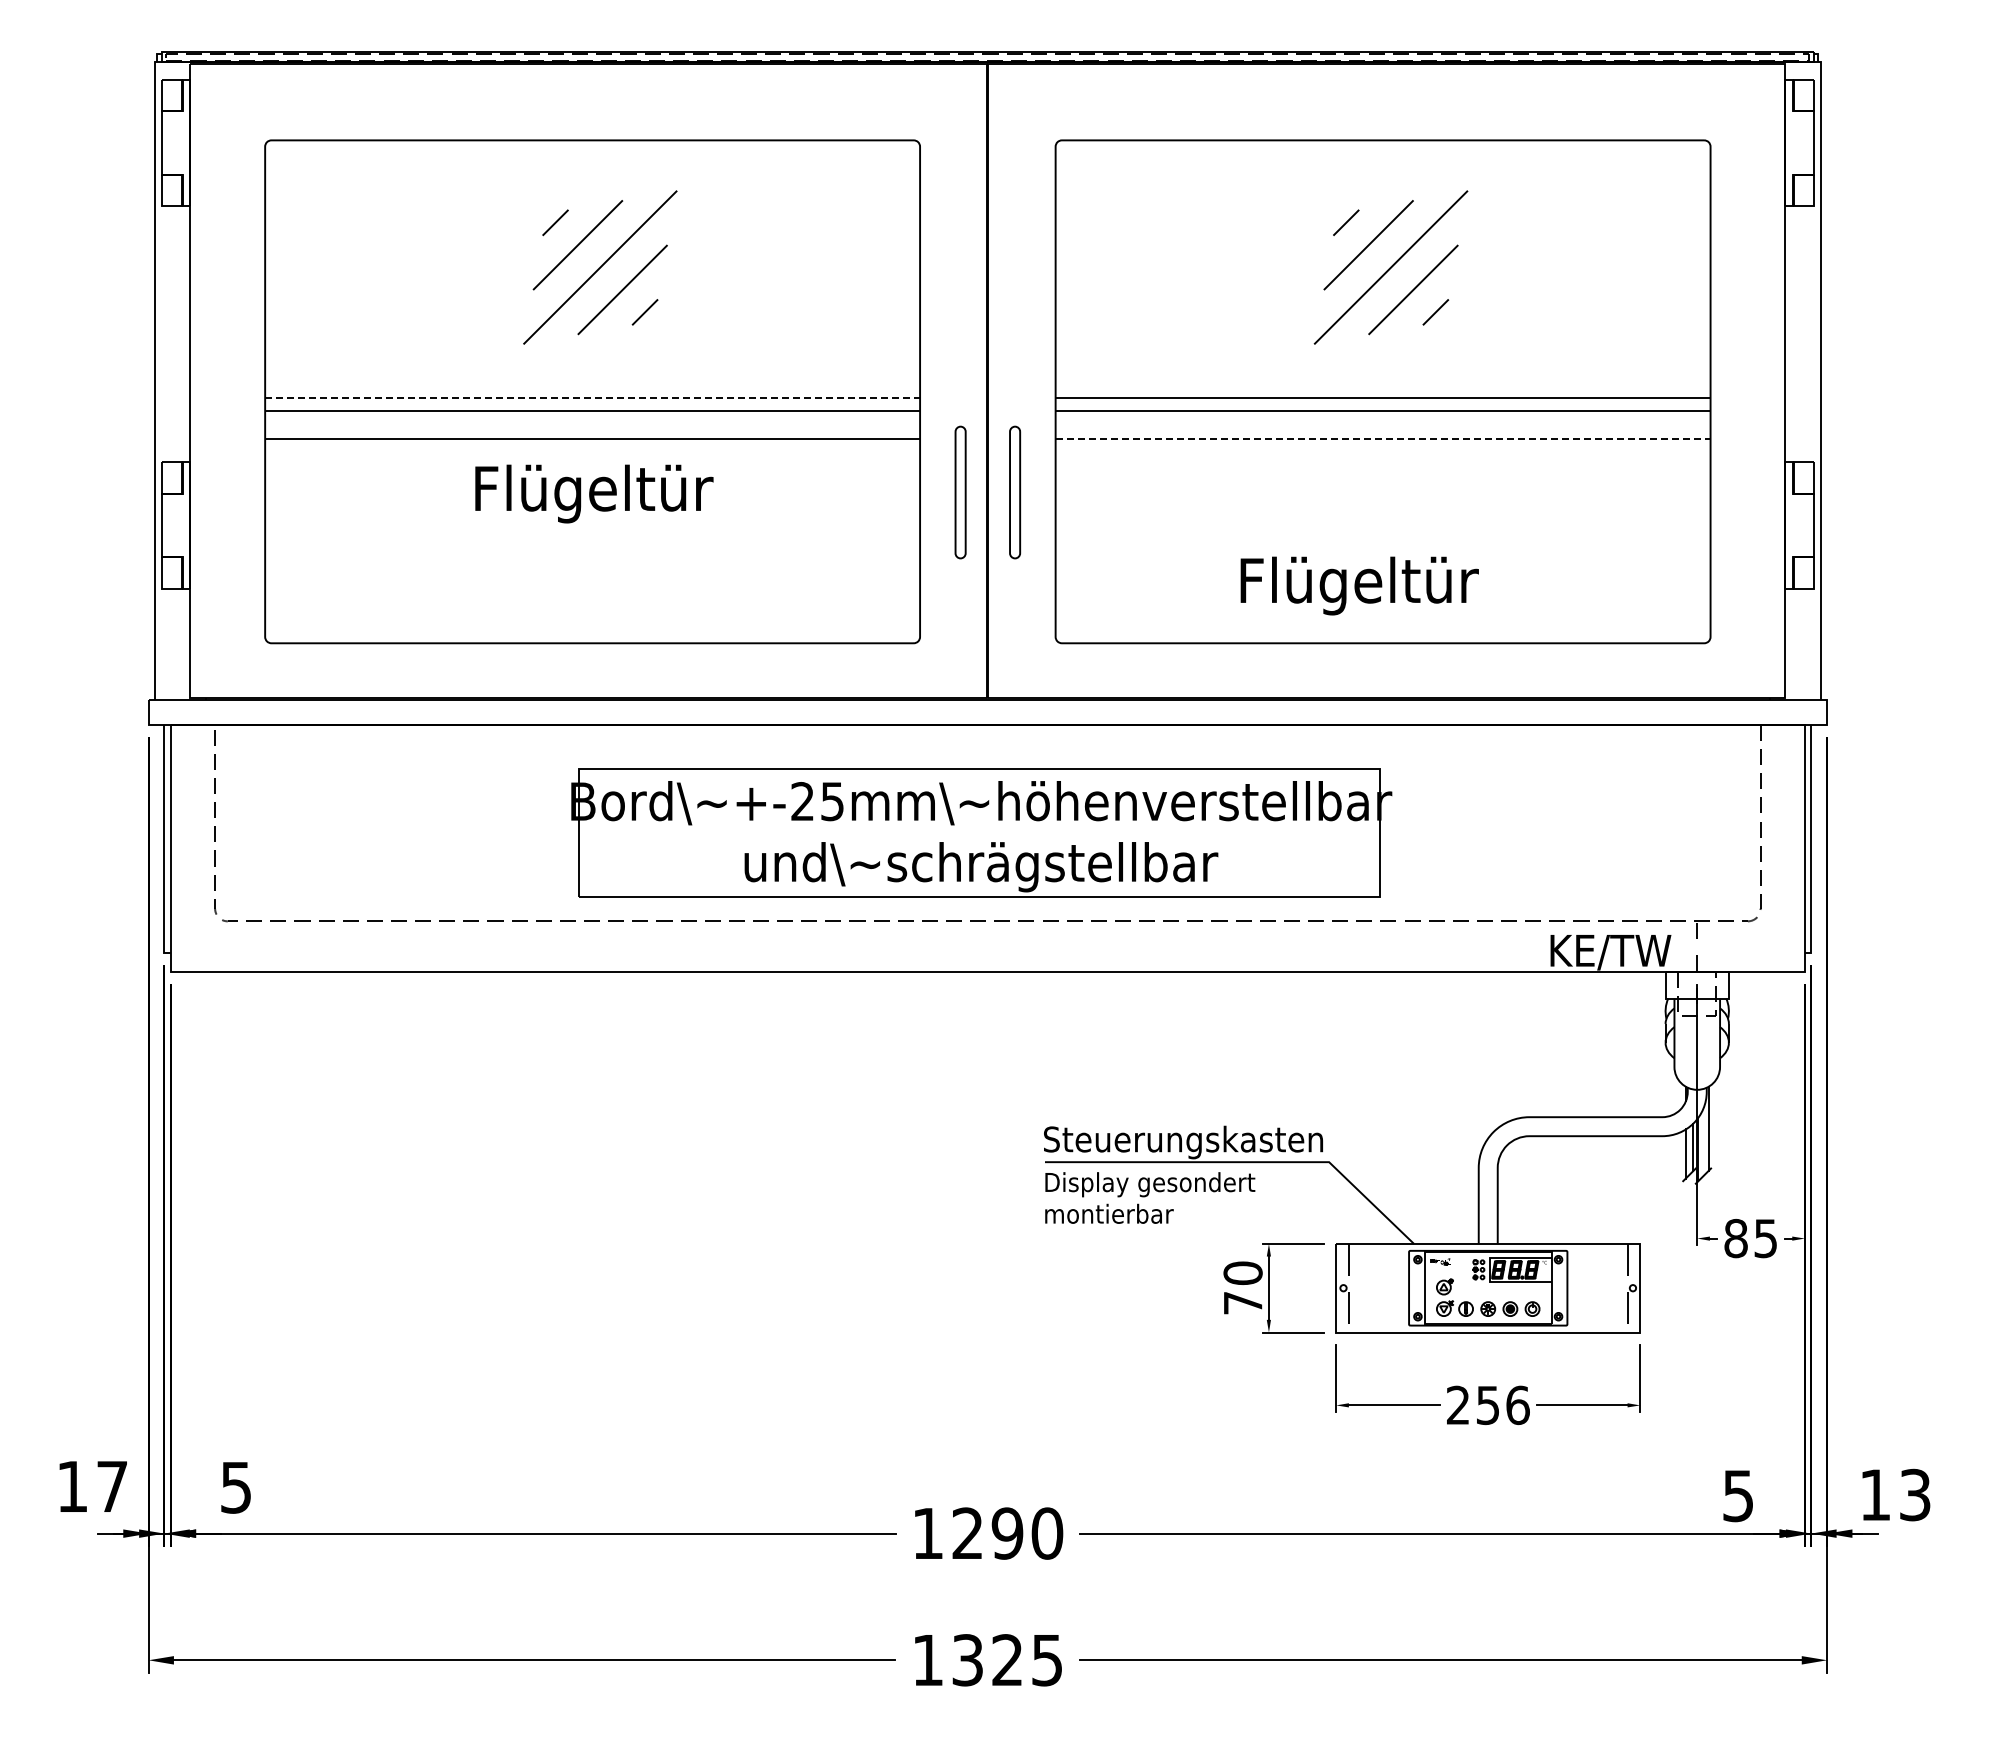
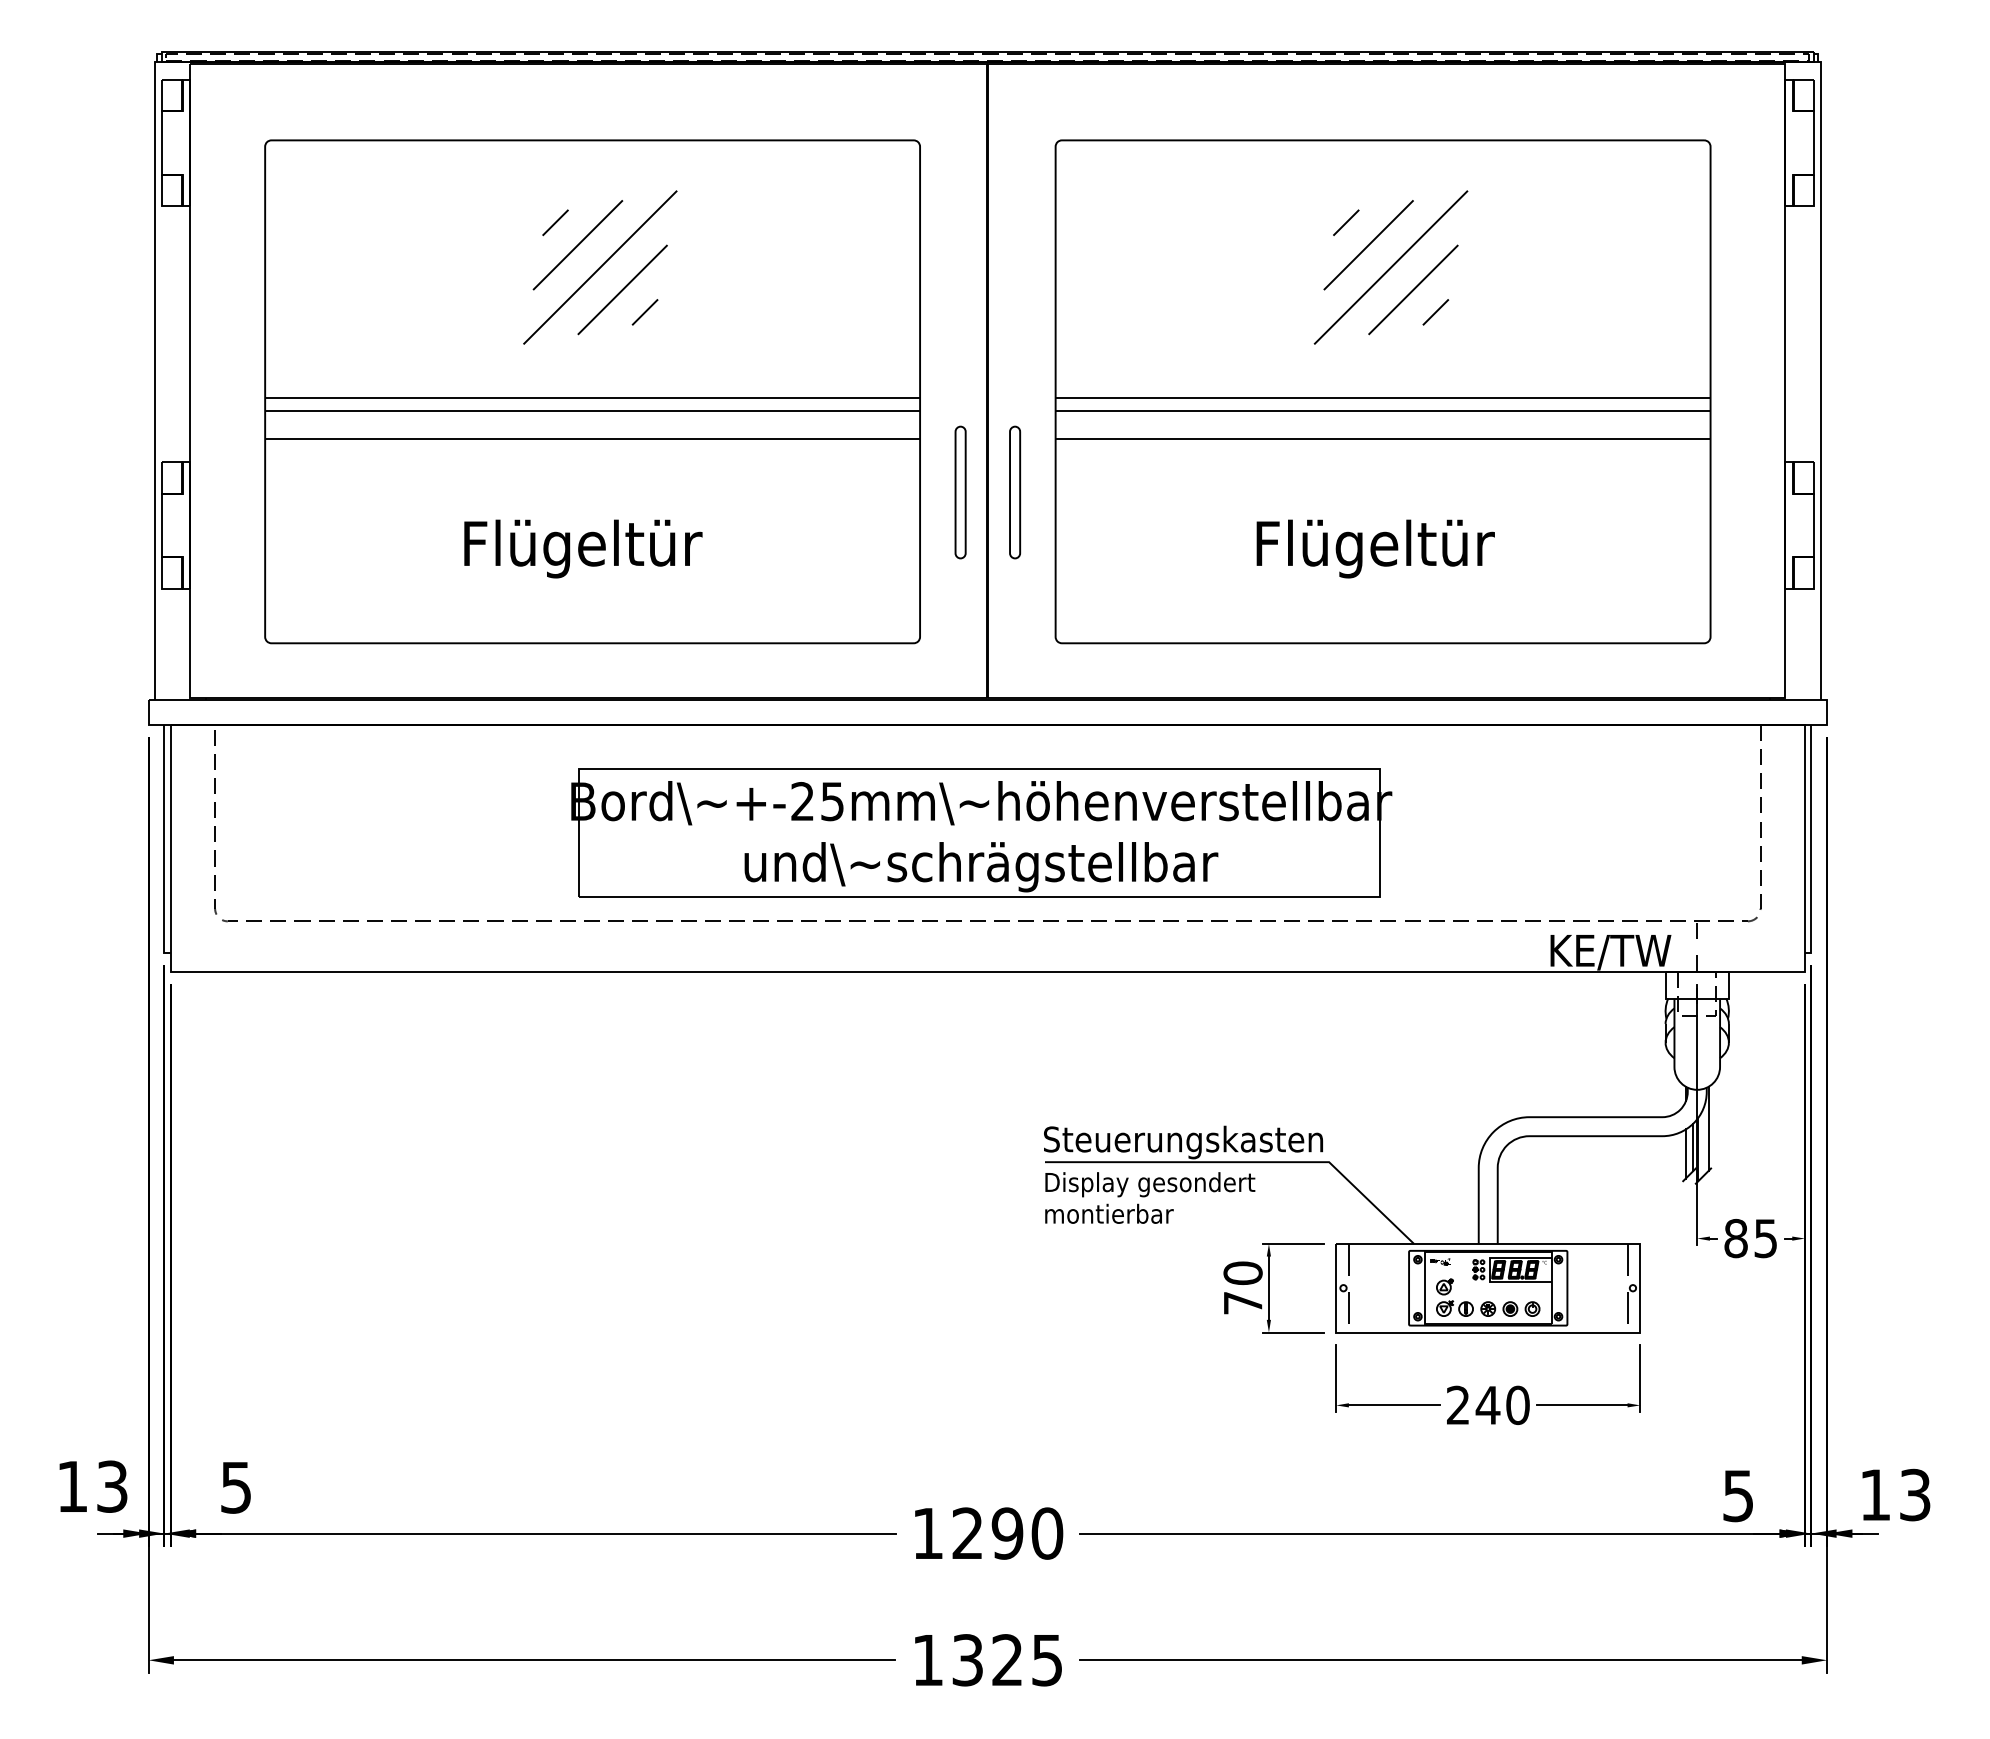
line at (593, 398): dashed -> solid
line at (1383, 438): dashed -> solid
text at (594, 493) position: (594, 493) -> (583, 548)
text at (1359, 585) position: (1359, 585) -> (1375, 548)
text at (1502, 1405): 256 -> 240
text at (112, 1486): 17 -> 13
